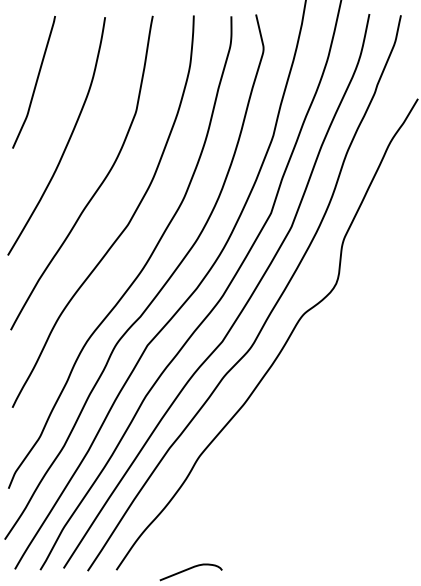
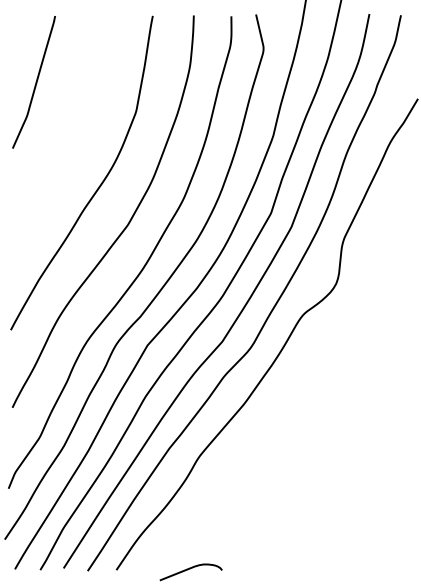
curve at (67, 141): present -> none
